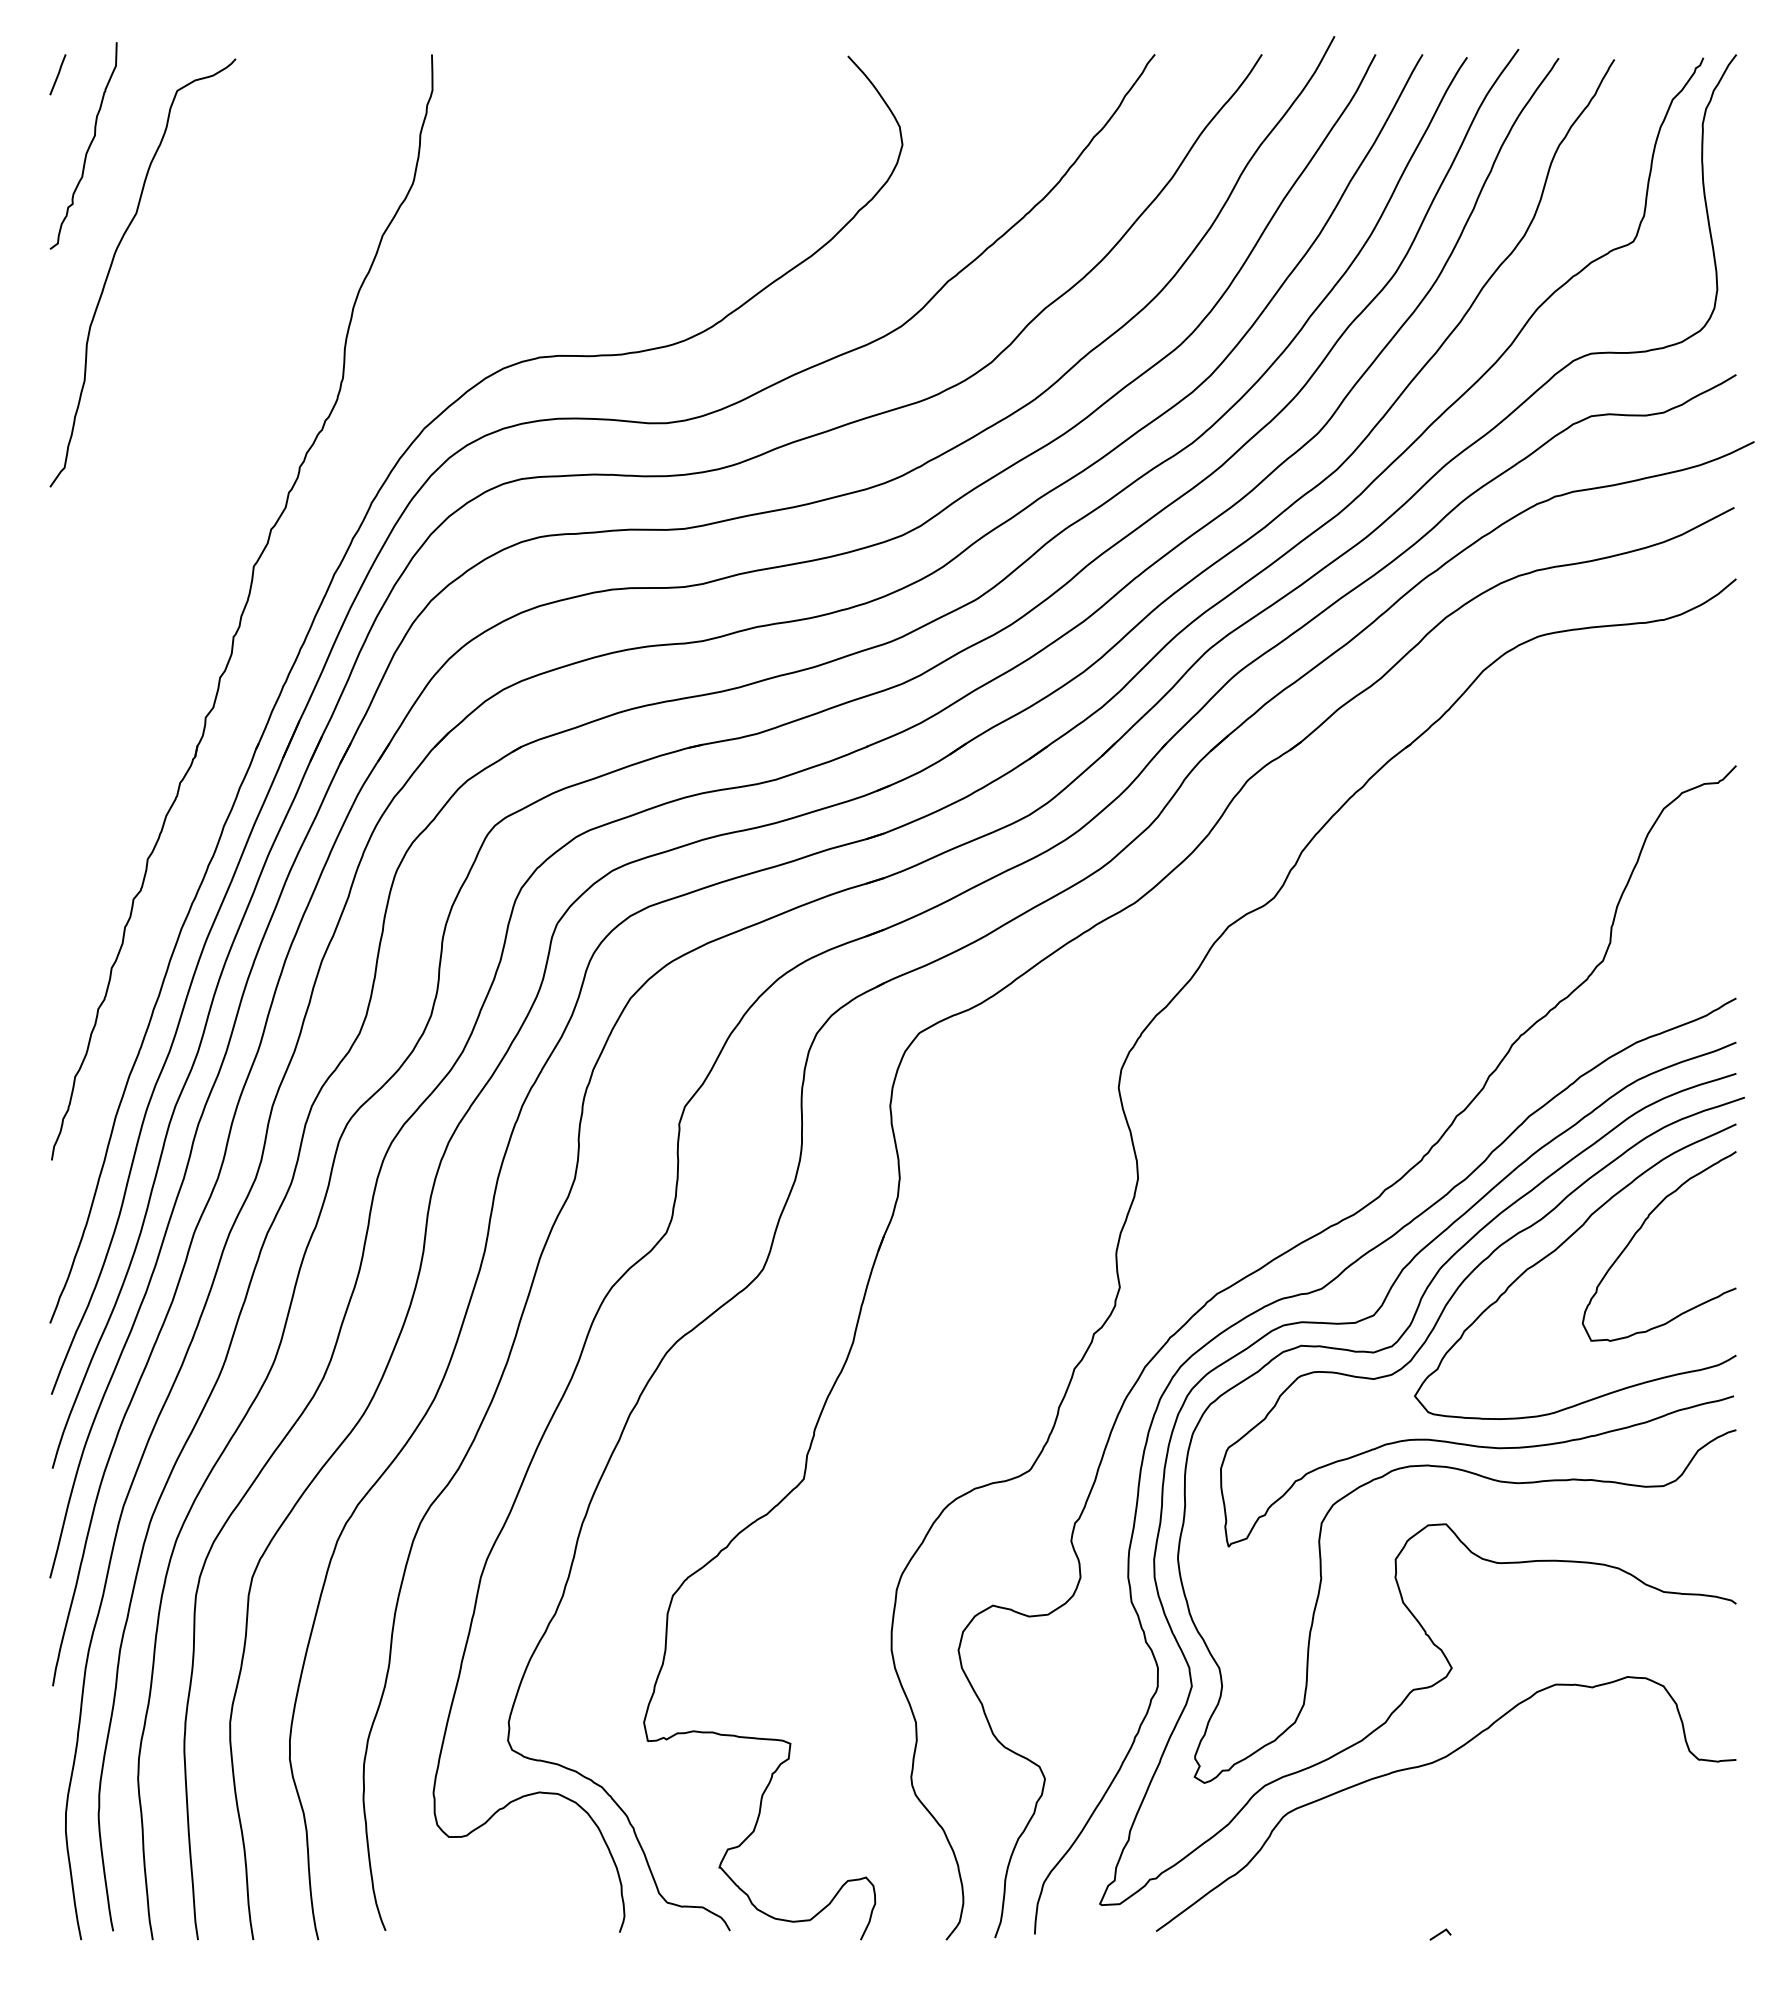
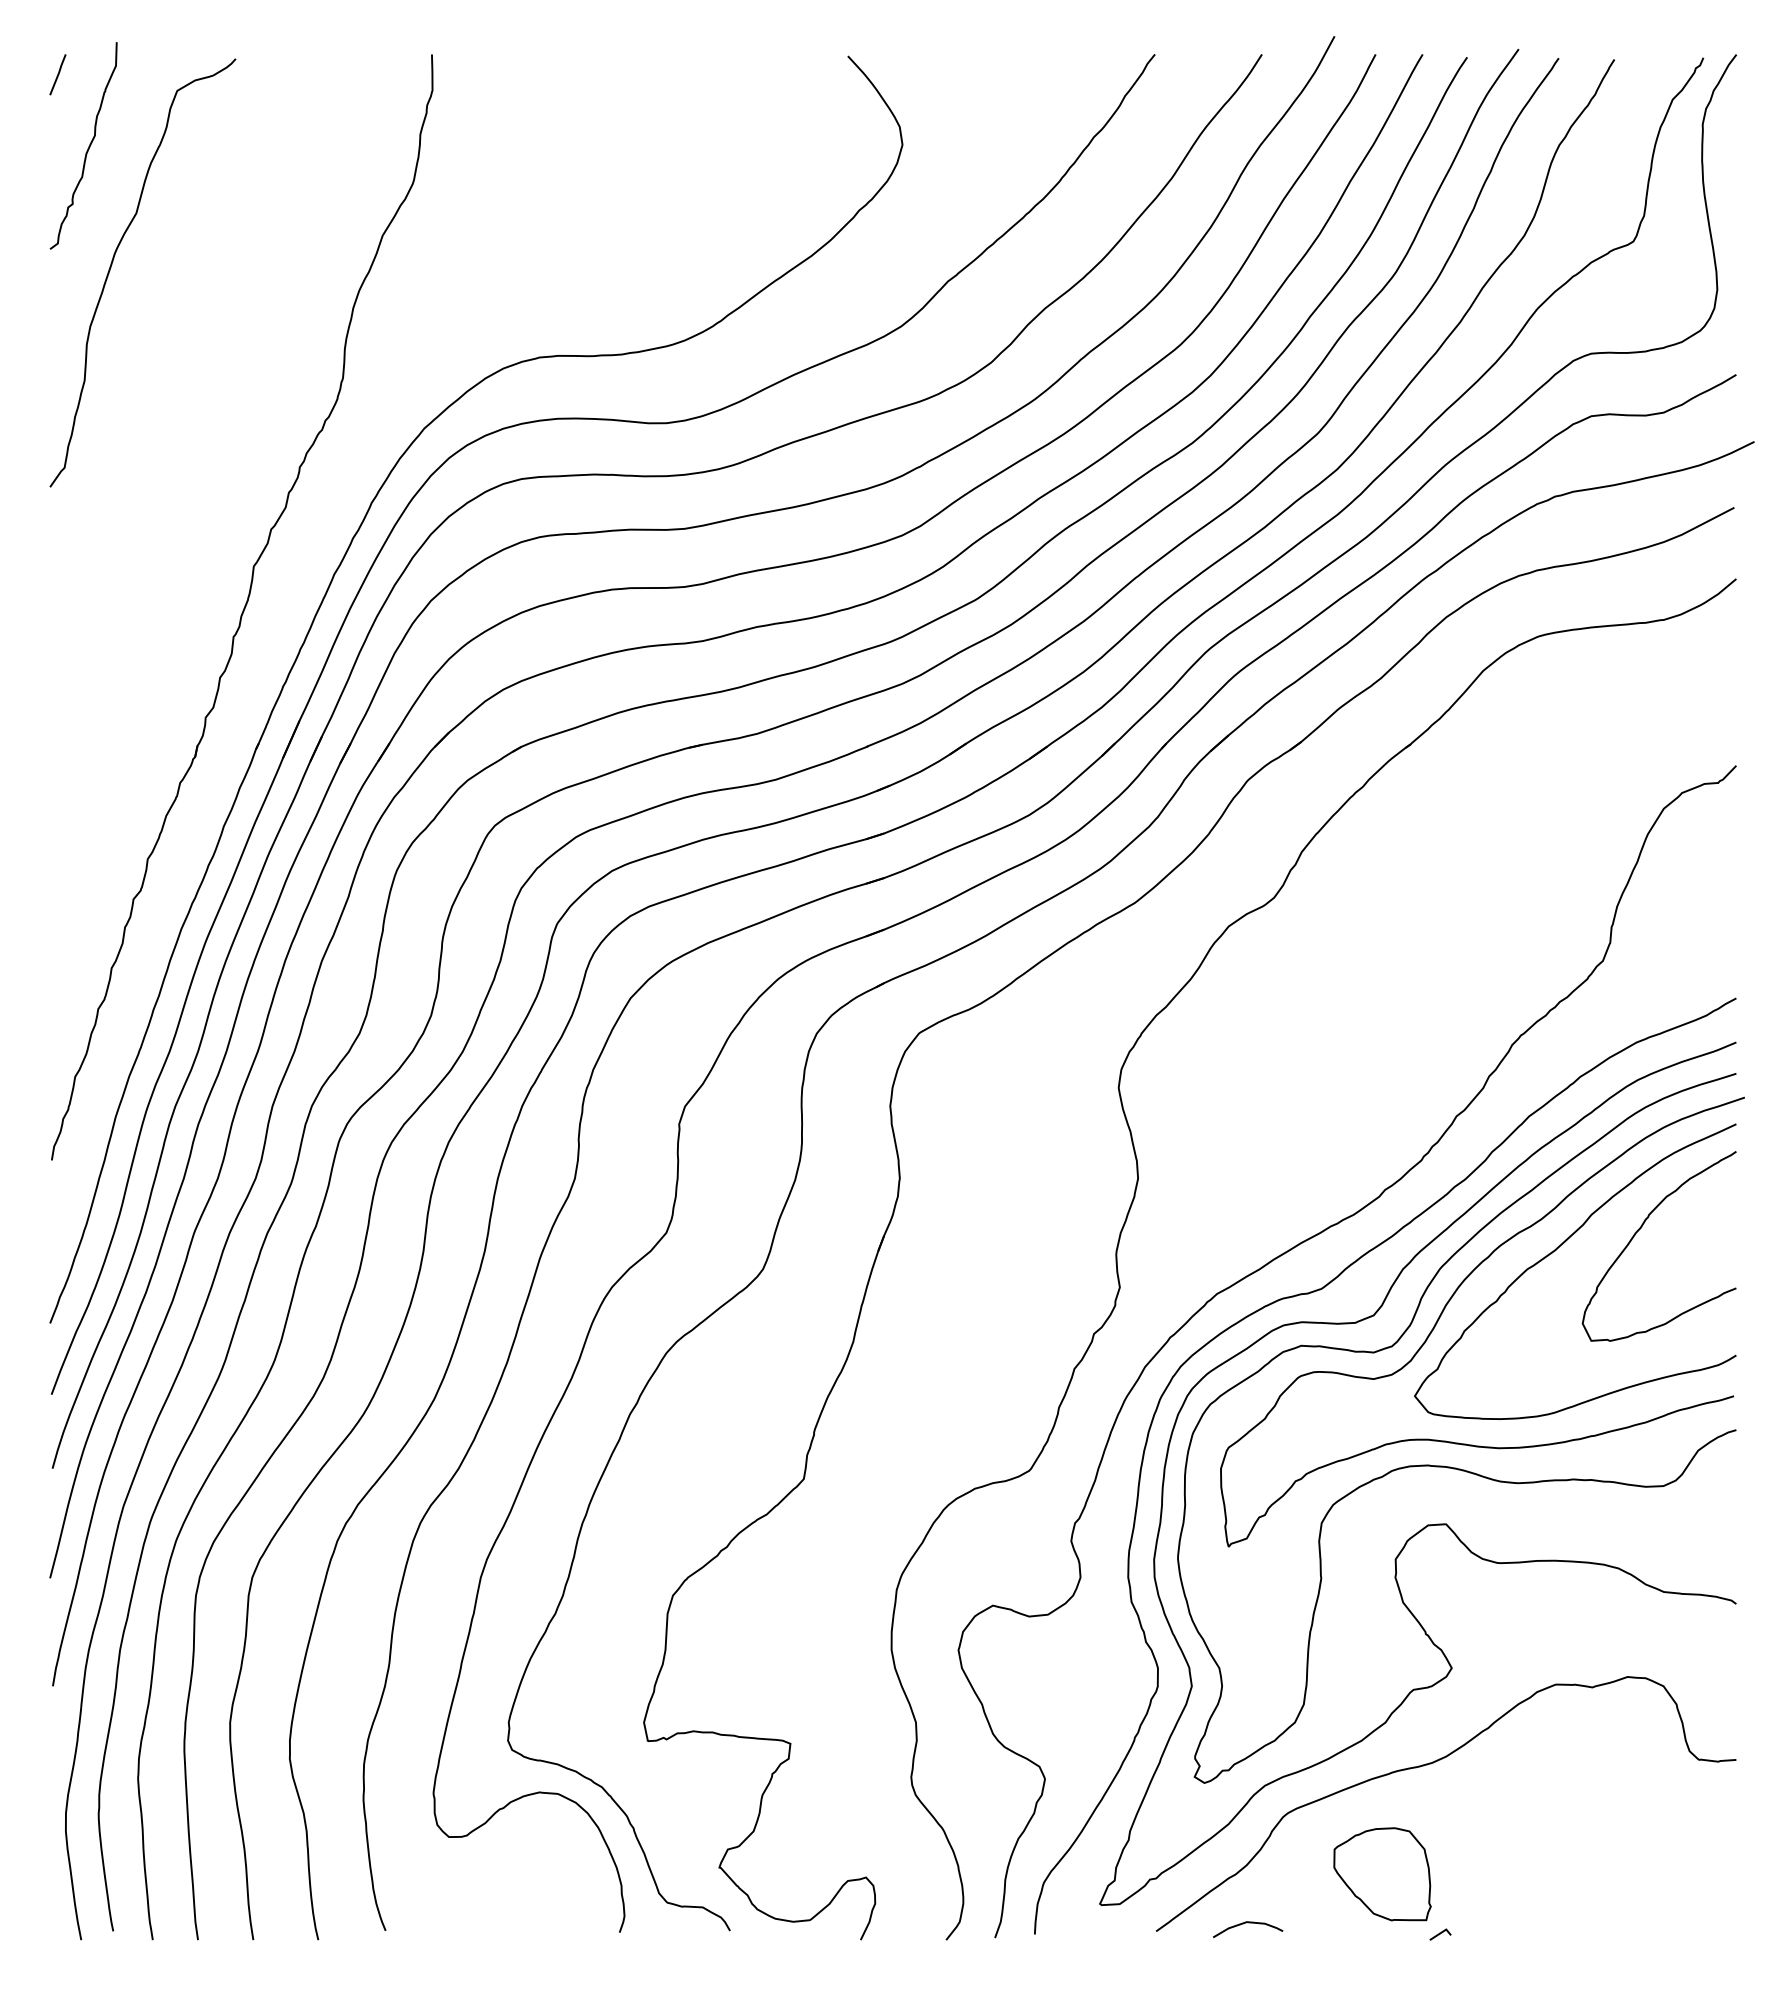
part at (1382, 1874): none -> present
curve at (1248, 1923): none -> present
